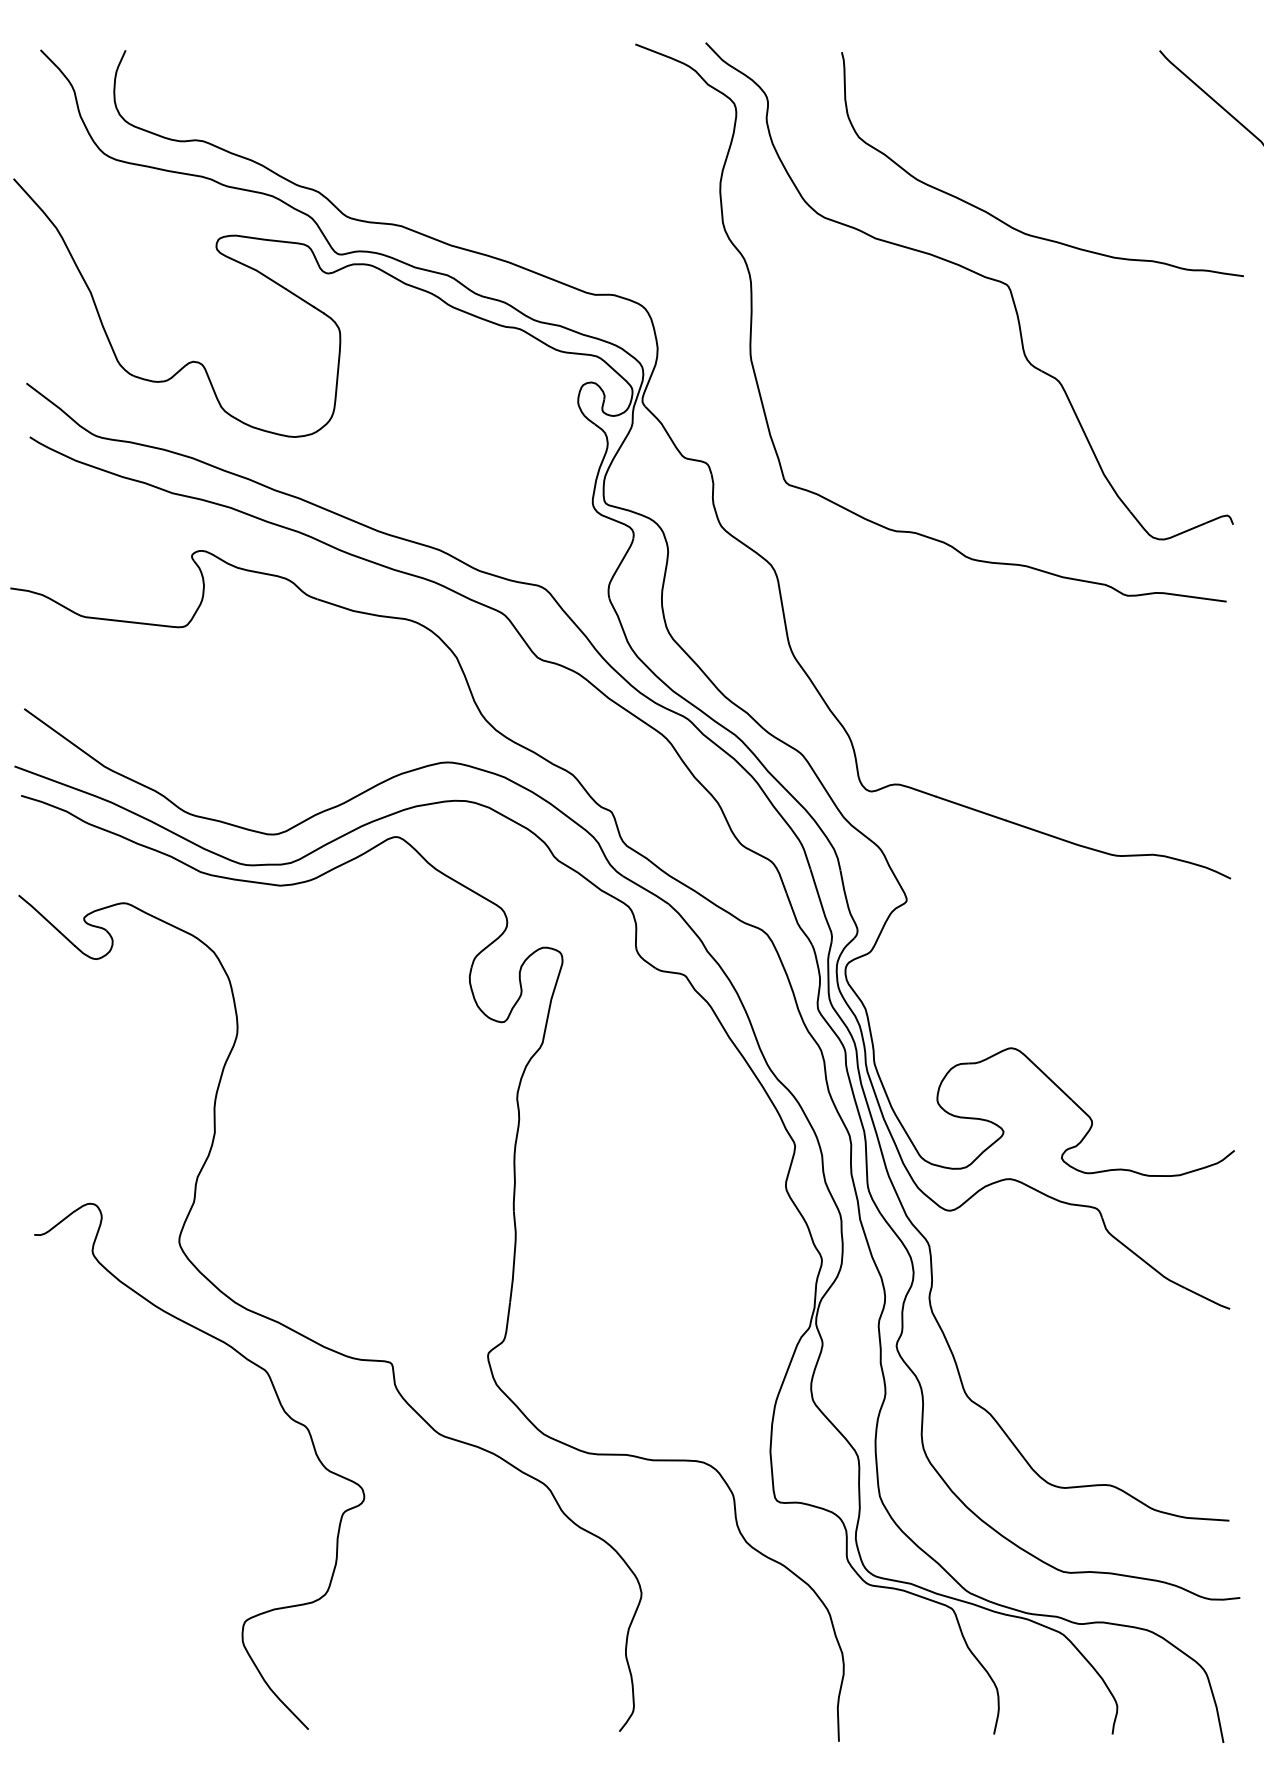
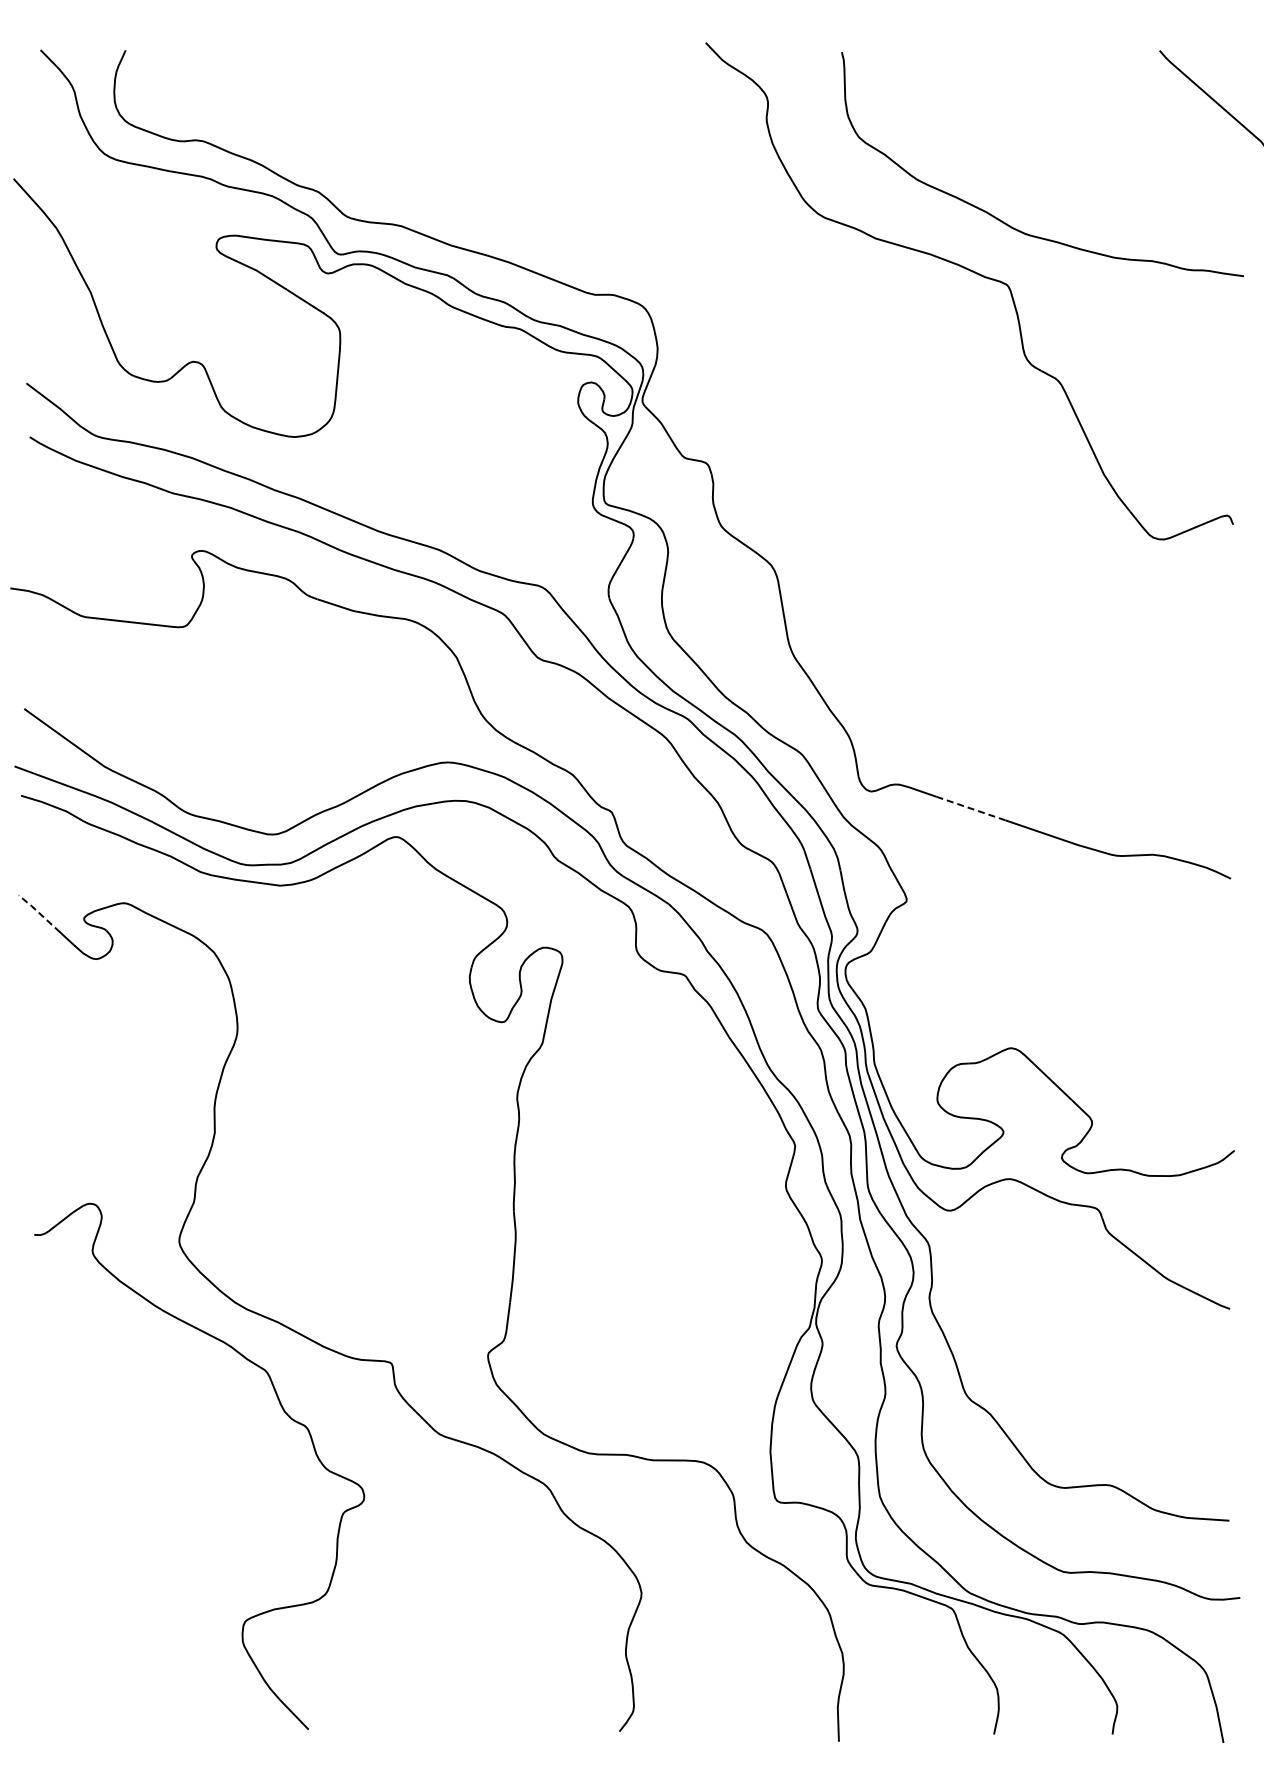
curve at (752, 322): present -> none
line at (970, 808): solid -> dashed
line at (39, 912): solid -> dashed
